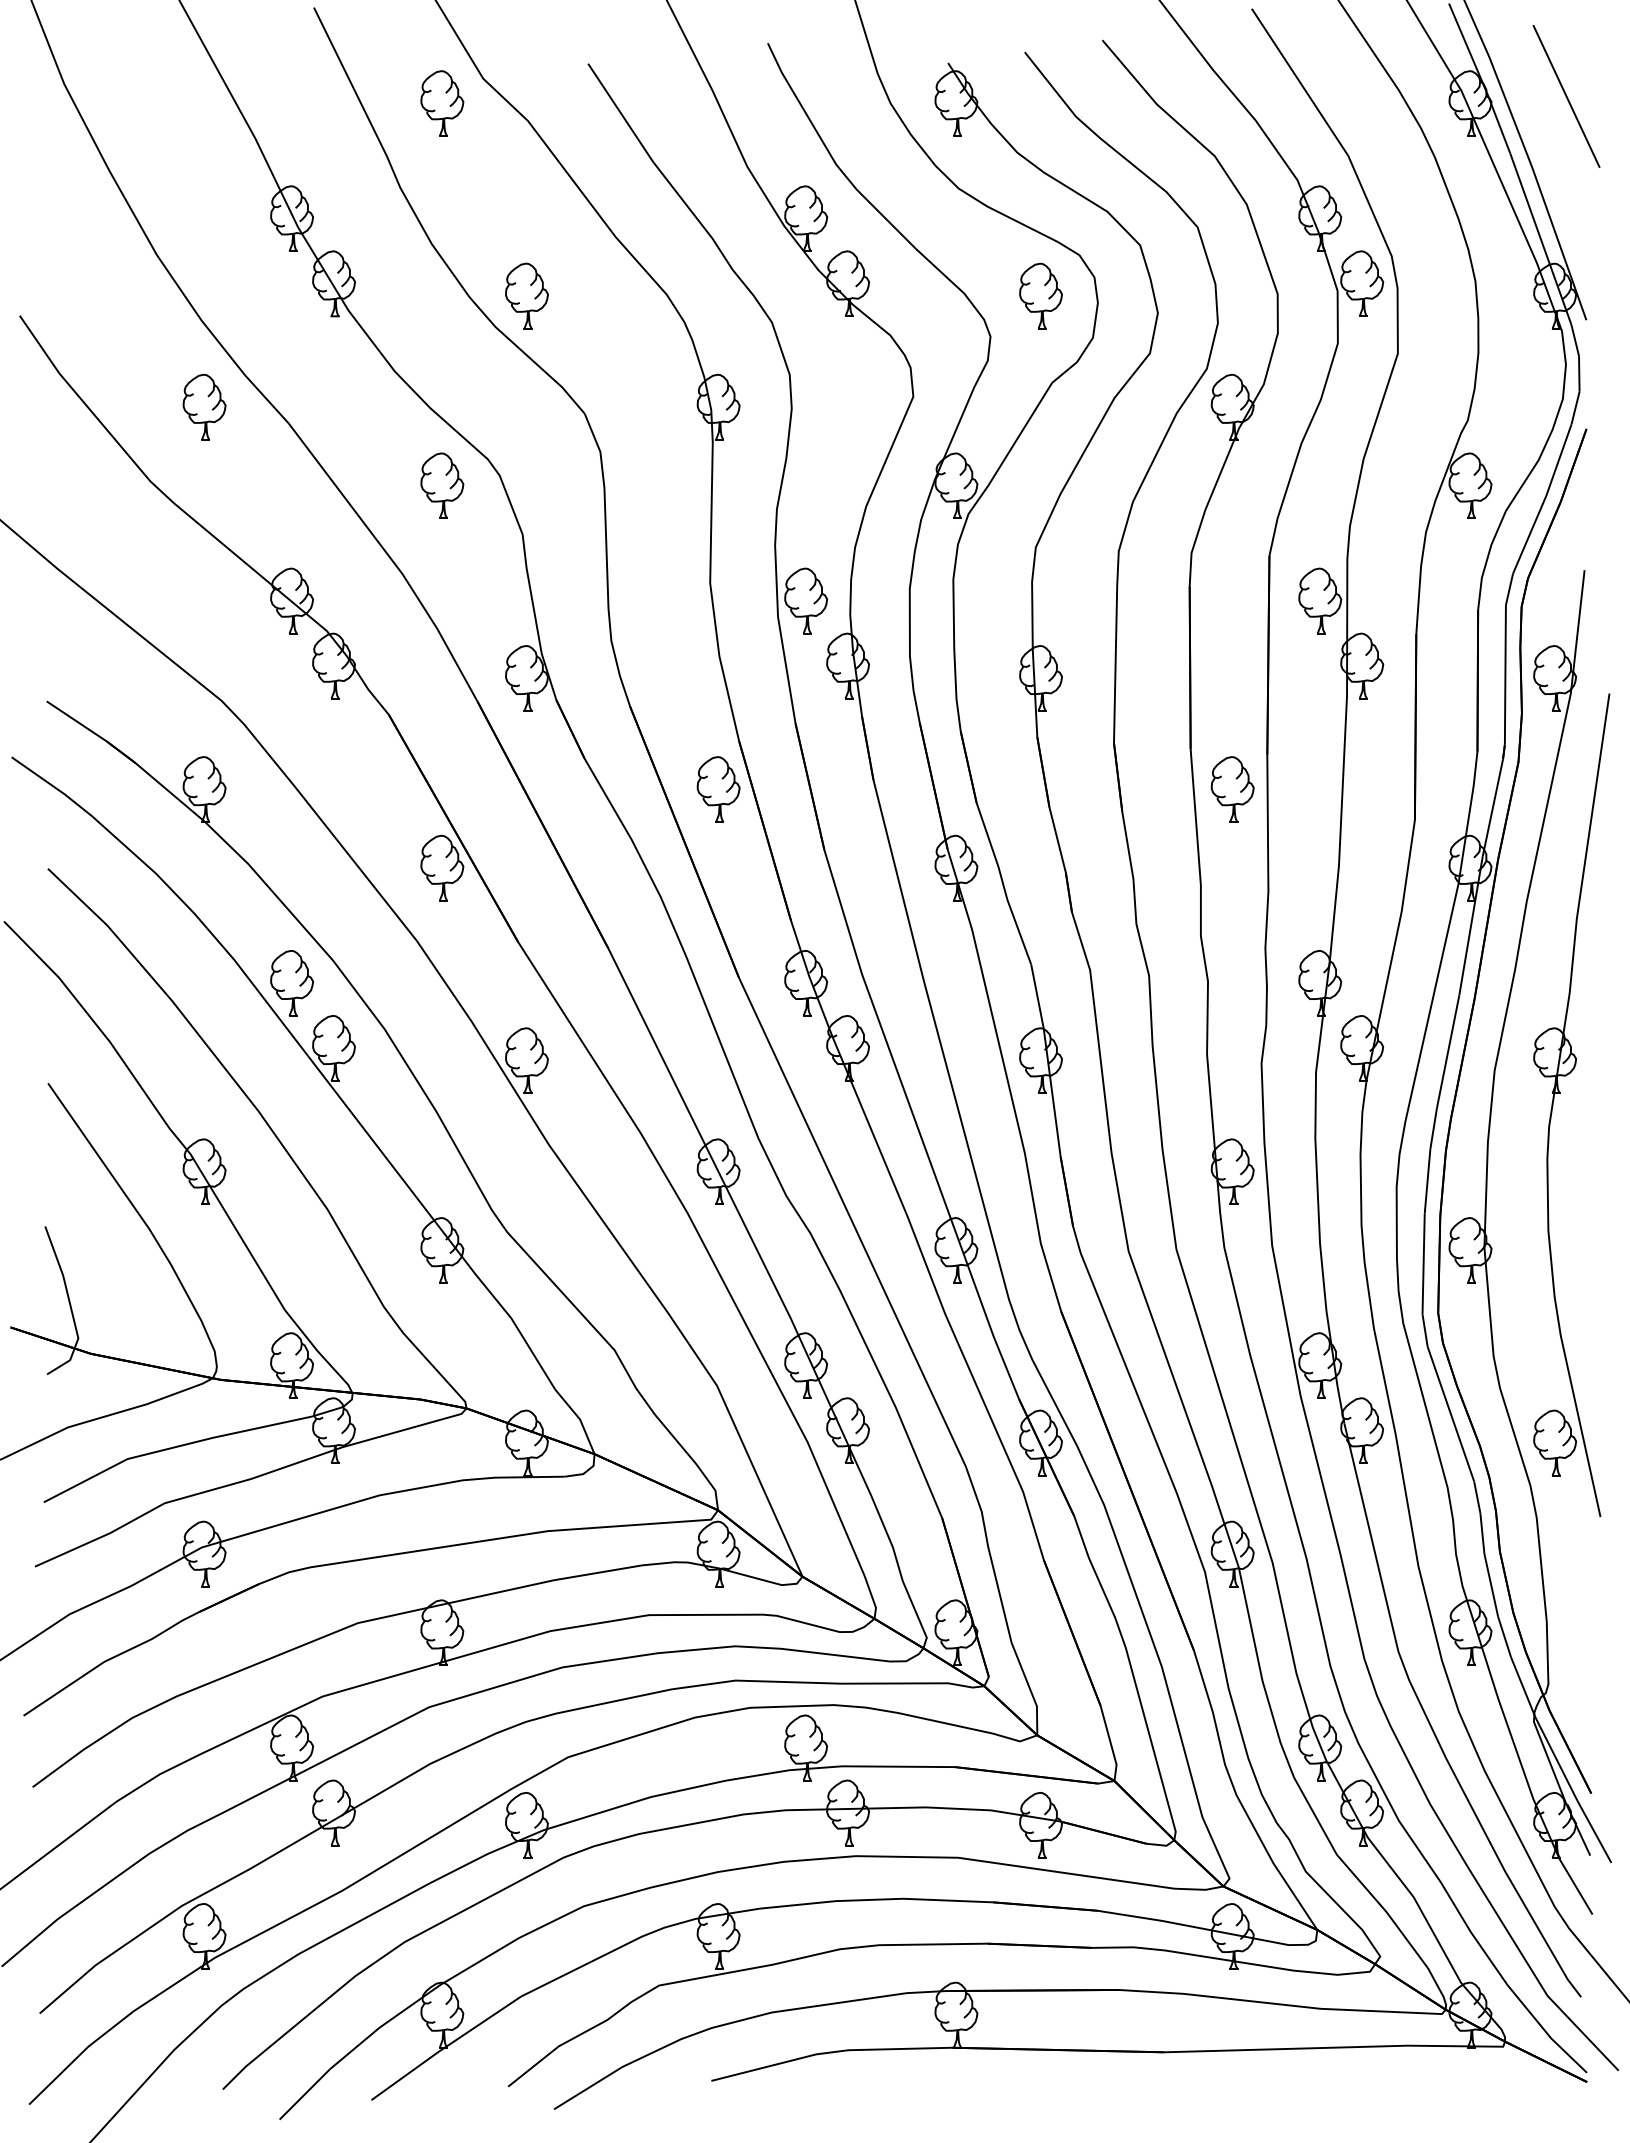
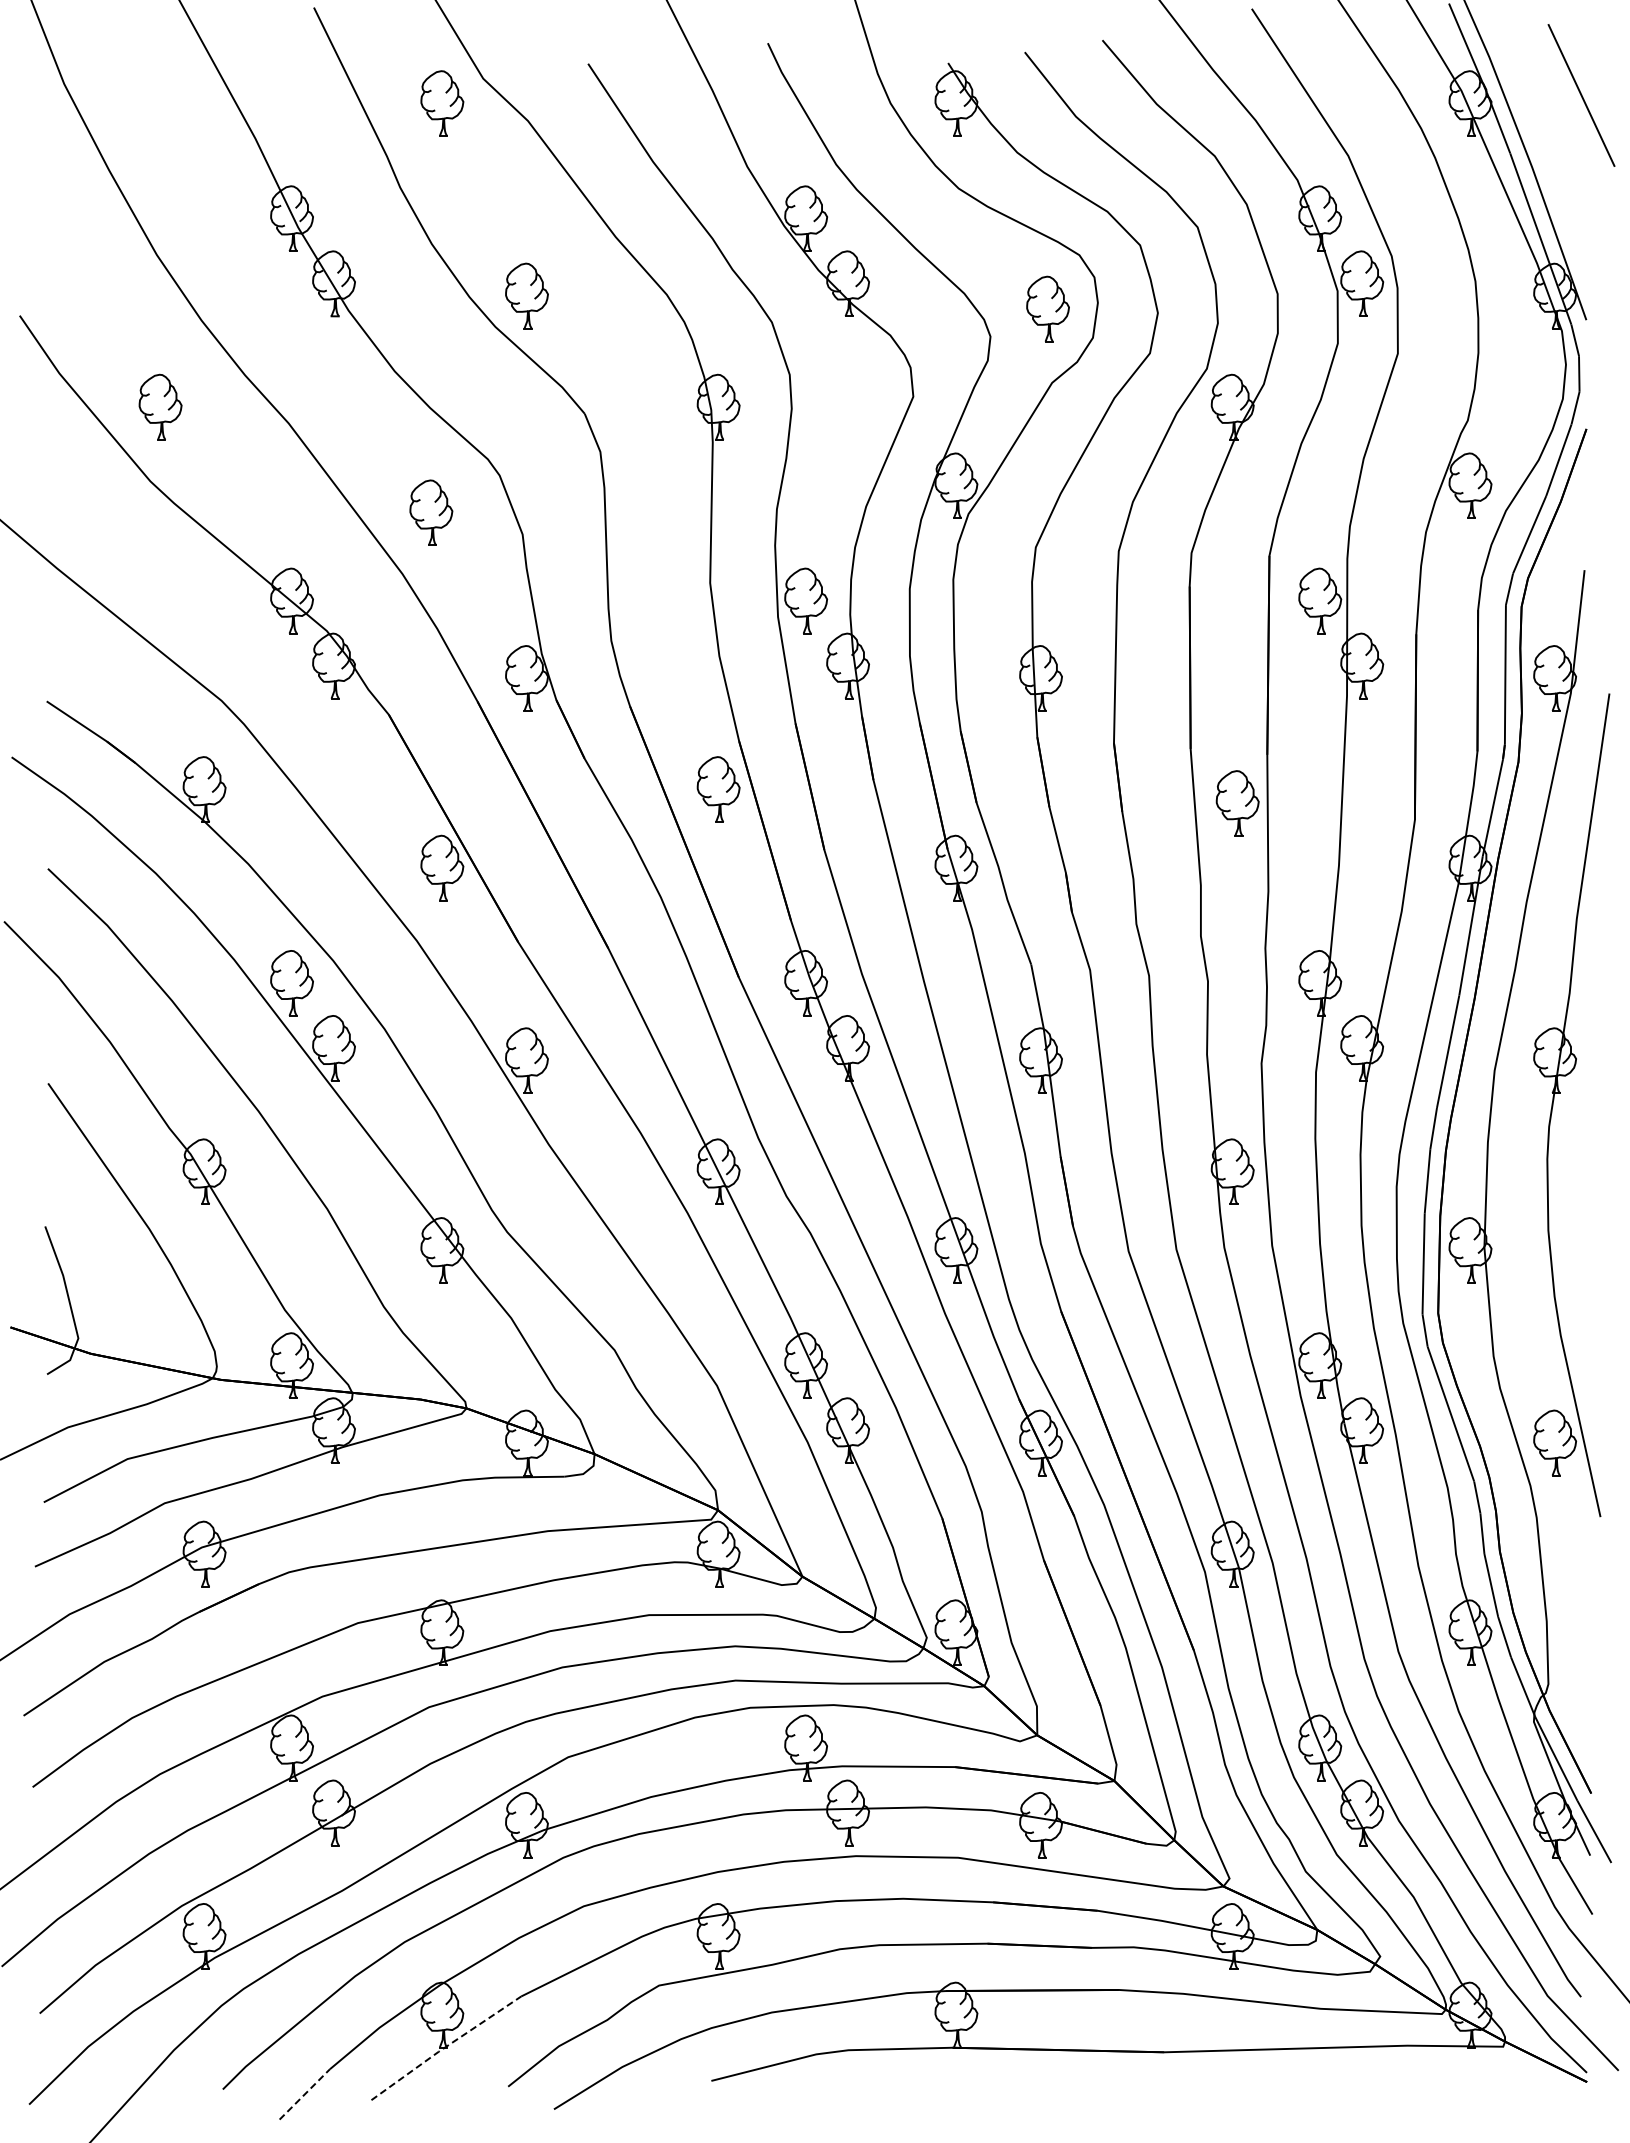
line at (1566, 96) position: (1566, 96) -> (1581, 95)
part at (1040, 295) position: (1040, 295) -> (1047, 308)
part at (204, 406) position: (204, 406) -> (160, 406)
part at (442, 485) position: (442, 485) -> (431, 512)
part at (1232, 789) position: (1232, 789) -> (1237, 803)
line at (445, 2047): solid -> dashed
line at (304, 2094): solid -> dashed
